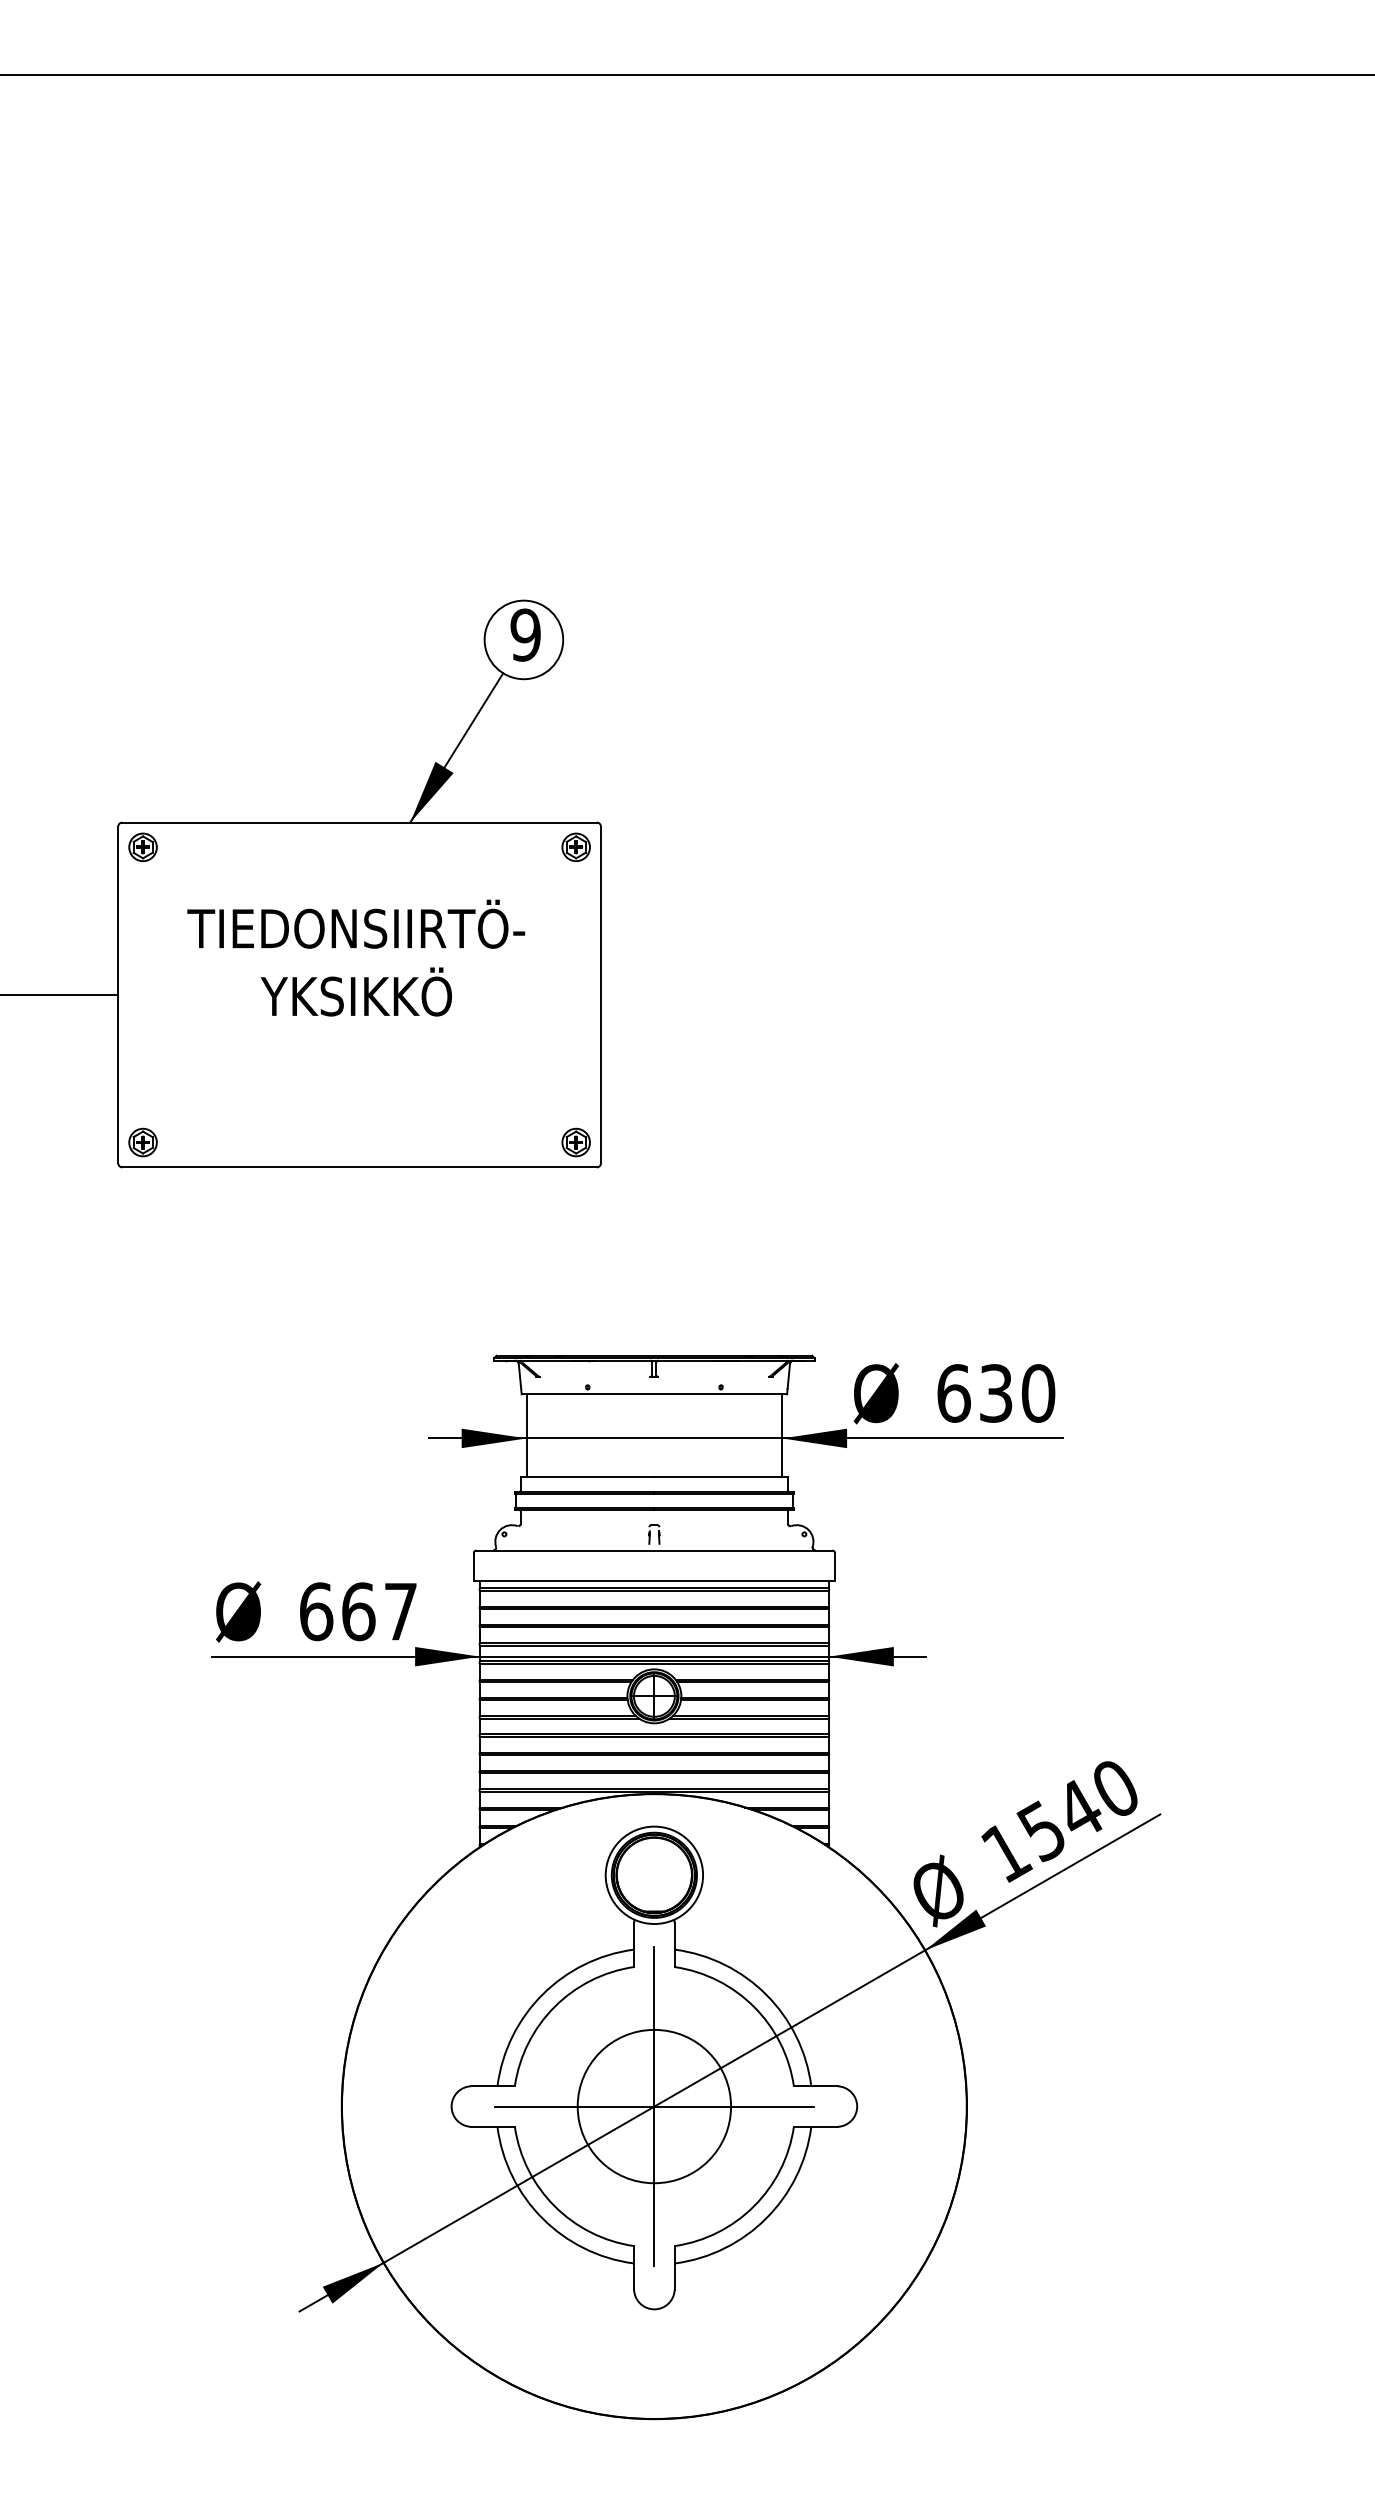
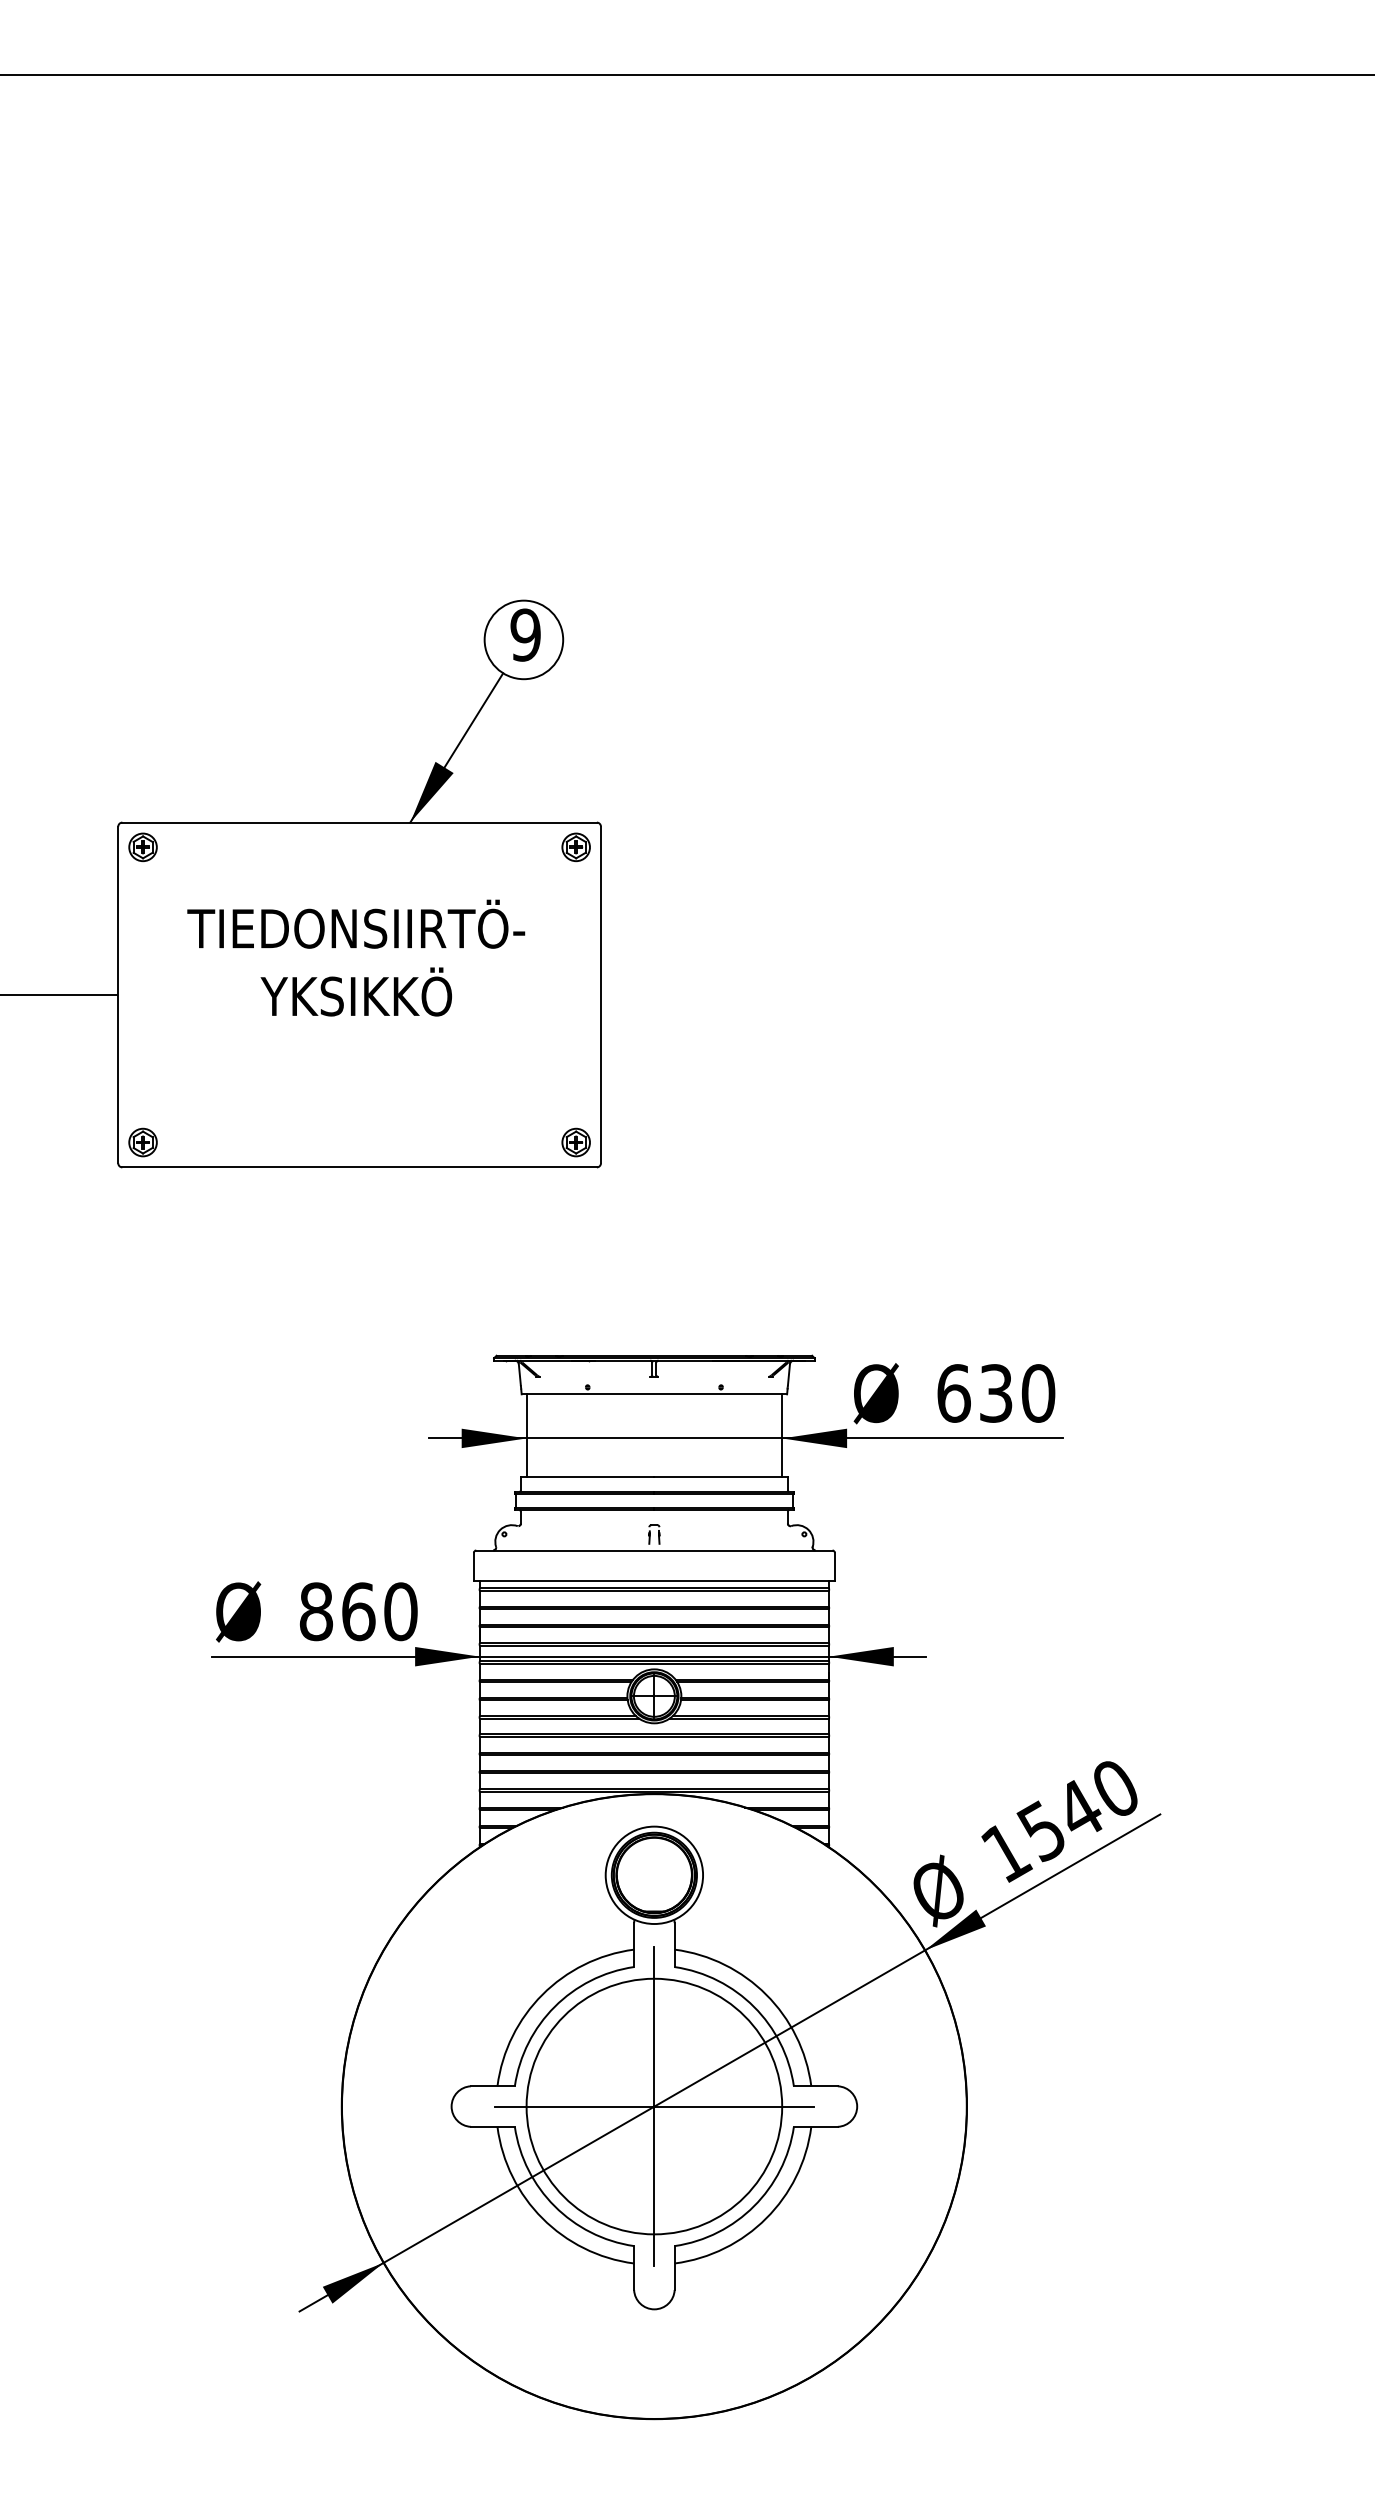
text at (358, 1611): 667 -> 860
circle at (654, 2106) diameter: 153 px -> 256 px
